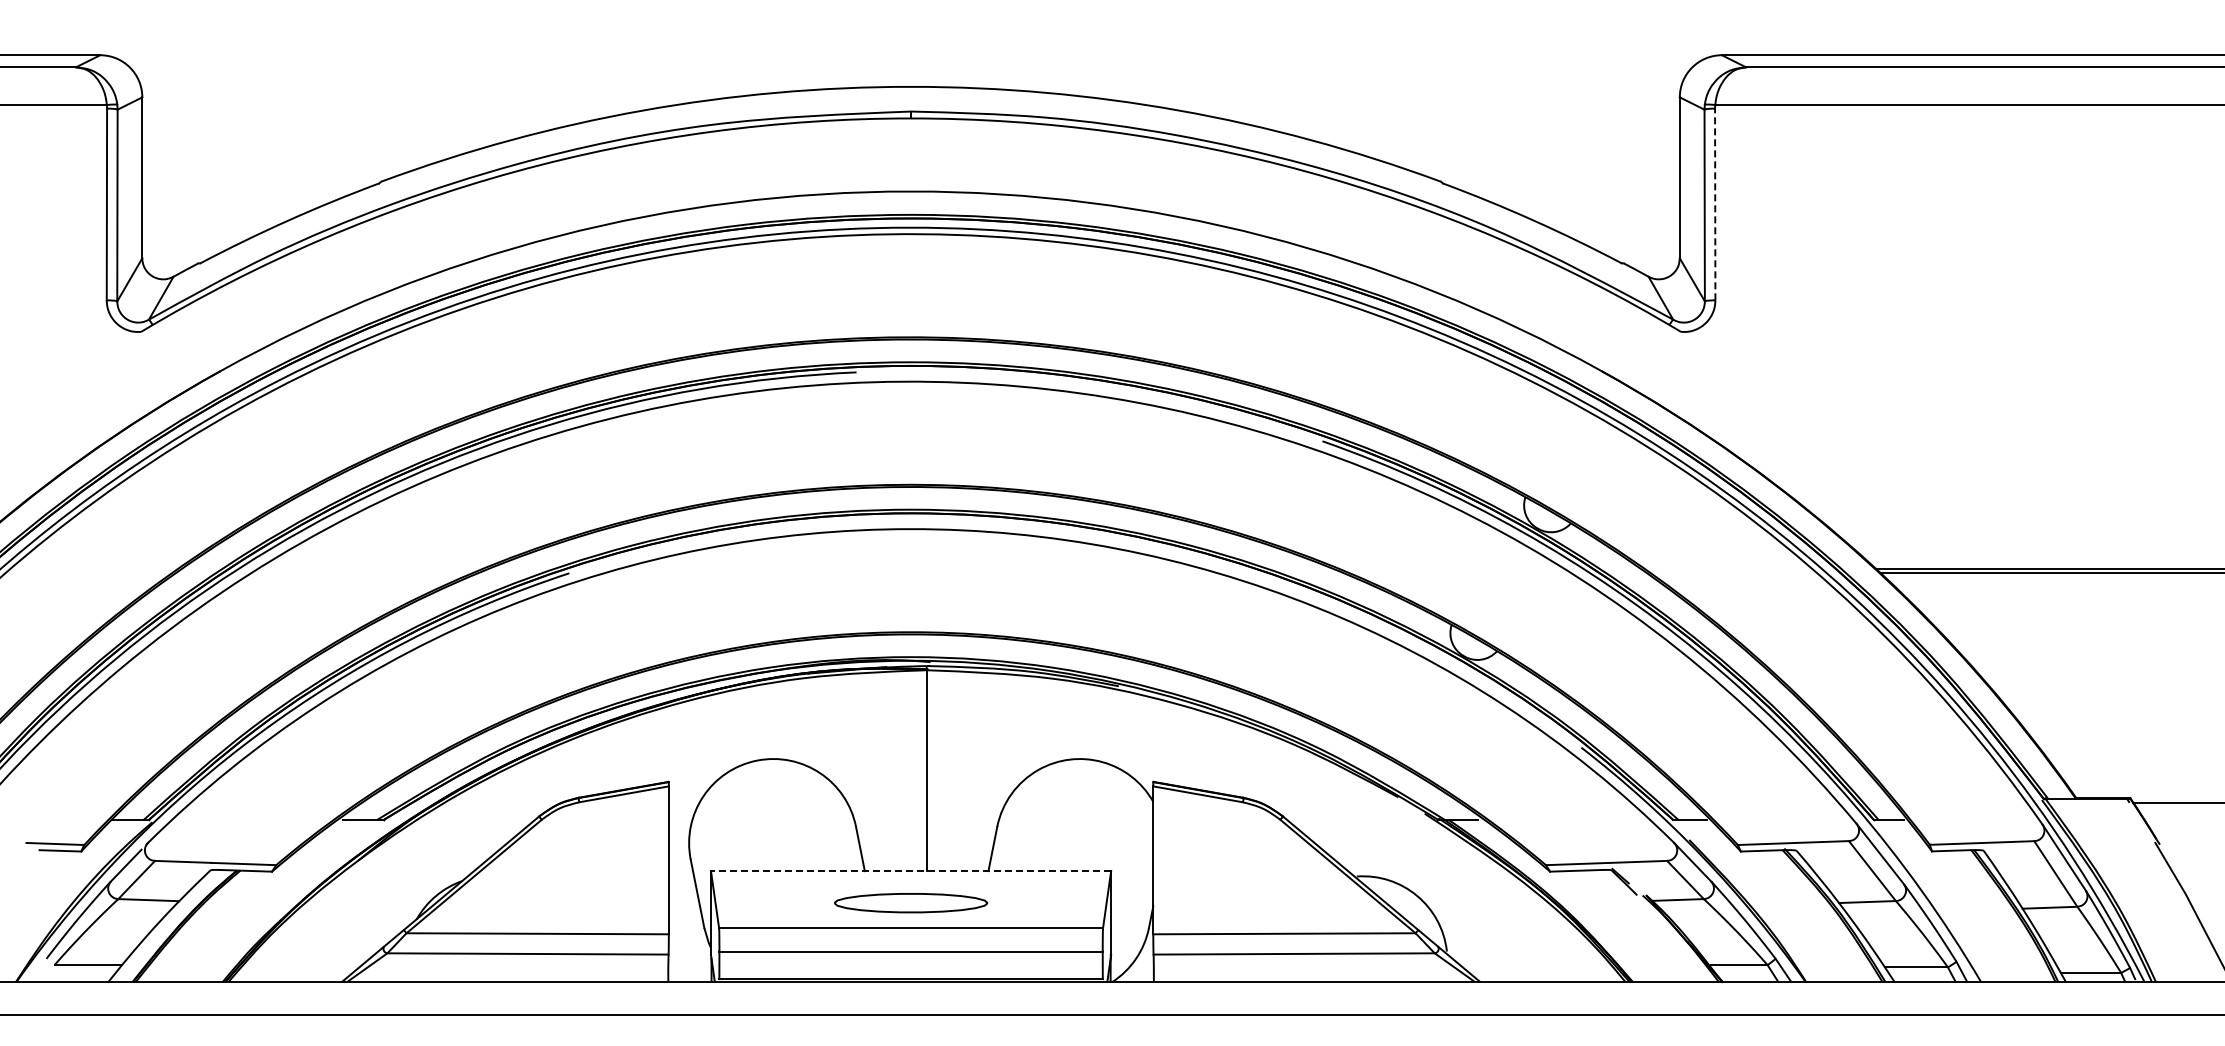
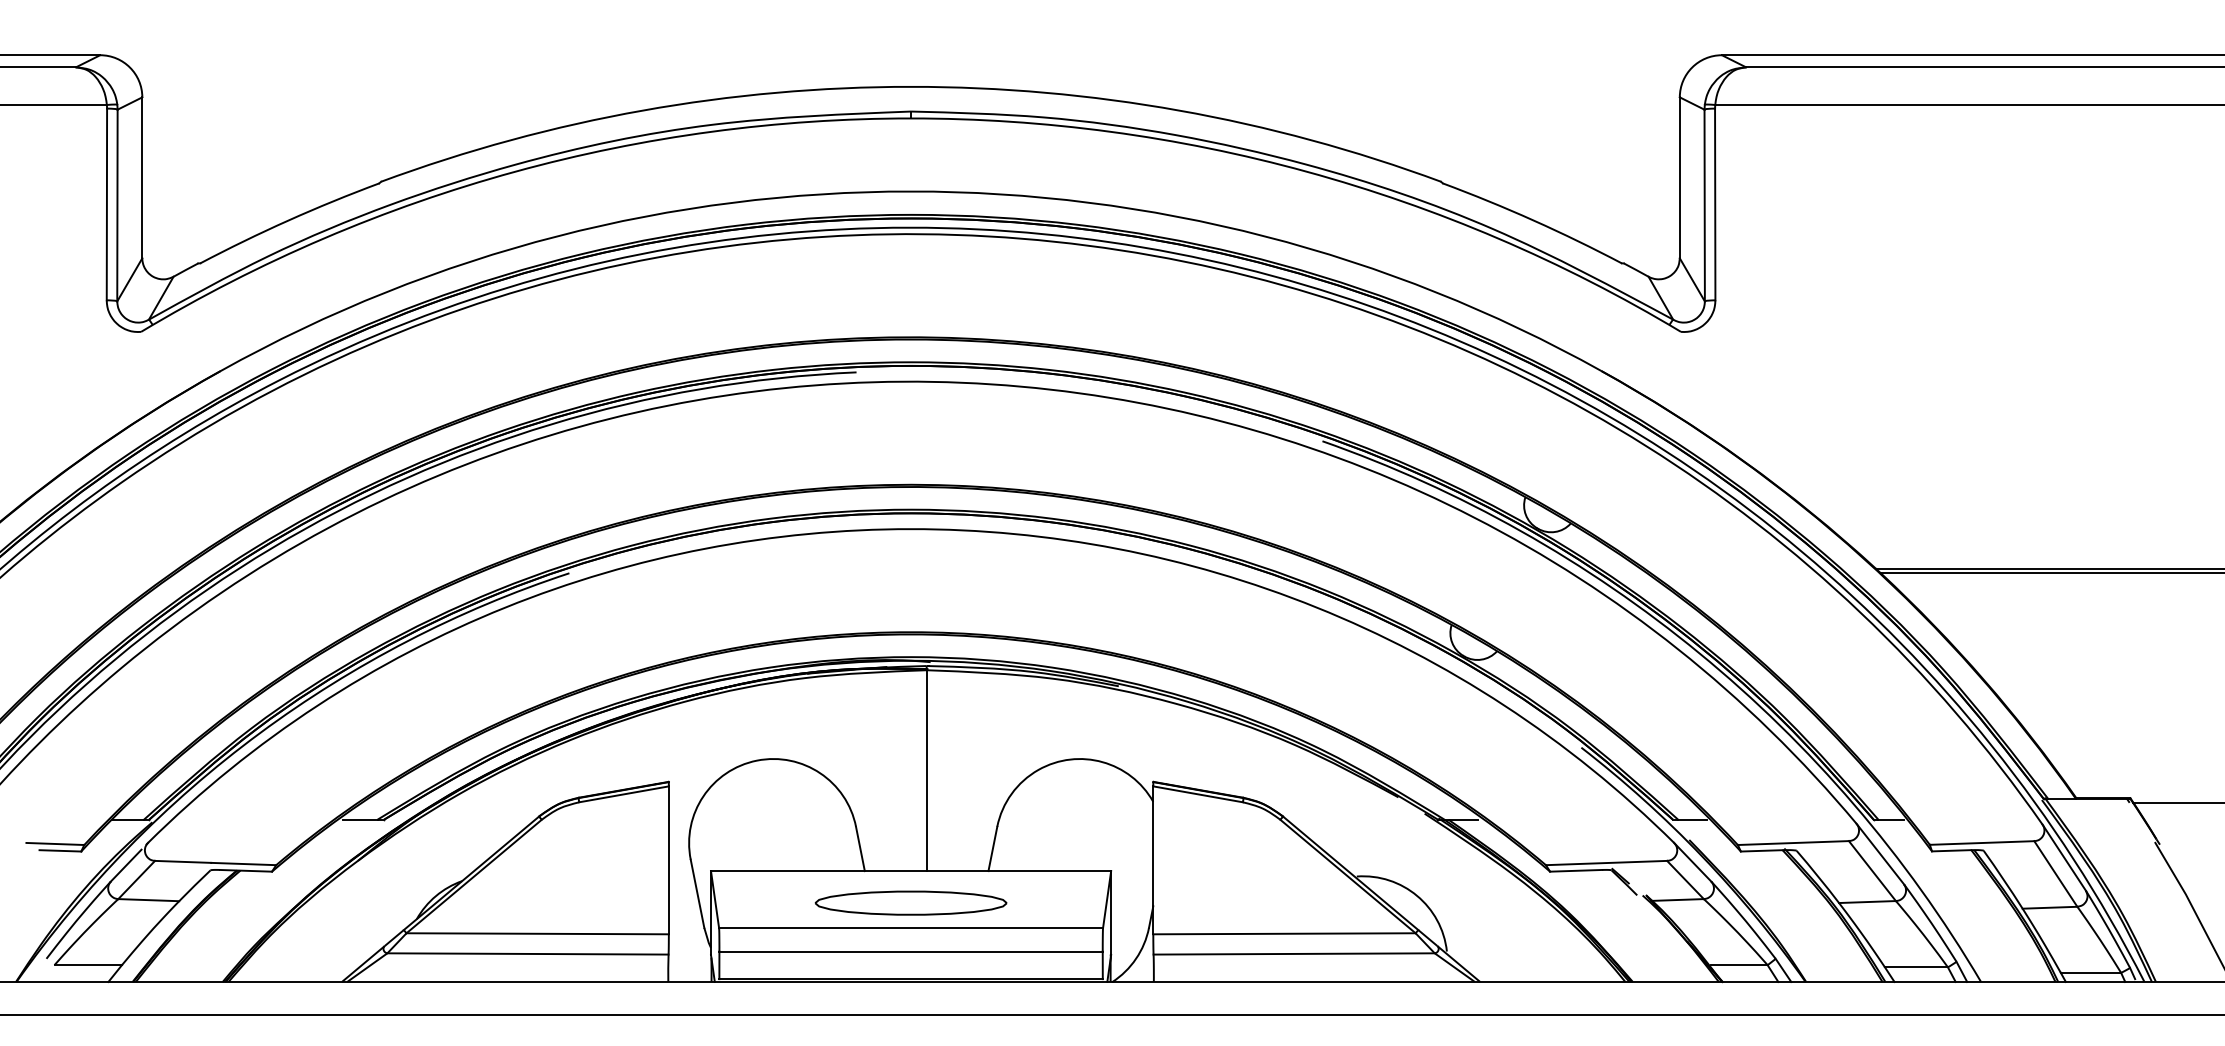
line at (1715, 204): dashed -> solid
line at (910, 871): dashed -> solid
part at (911, 903) size: 155x21 px -> 194x26 px
